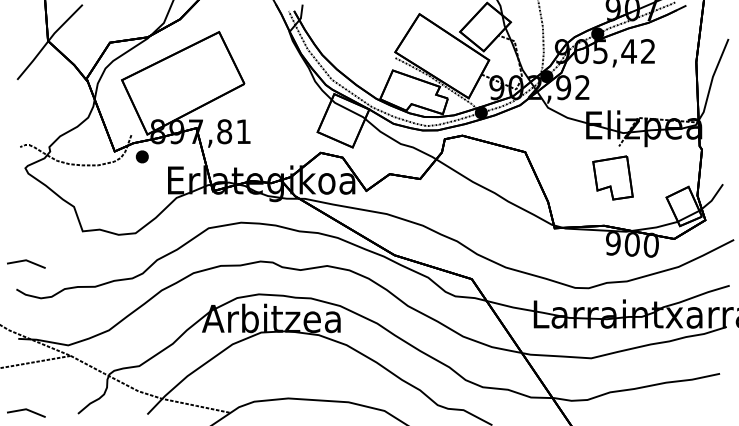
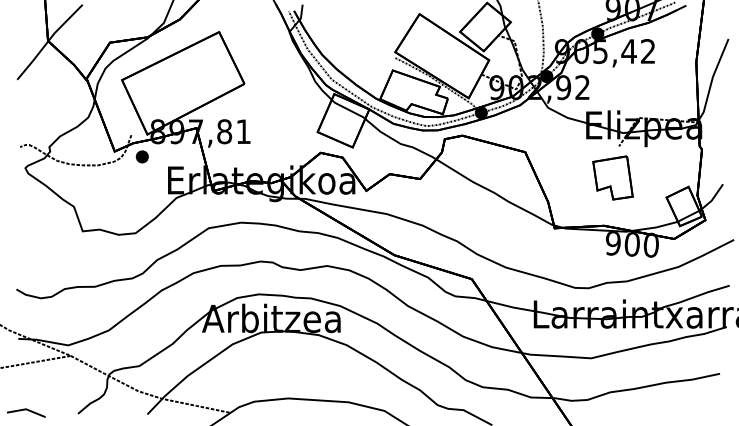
line at (26, 261): present -> none
